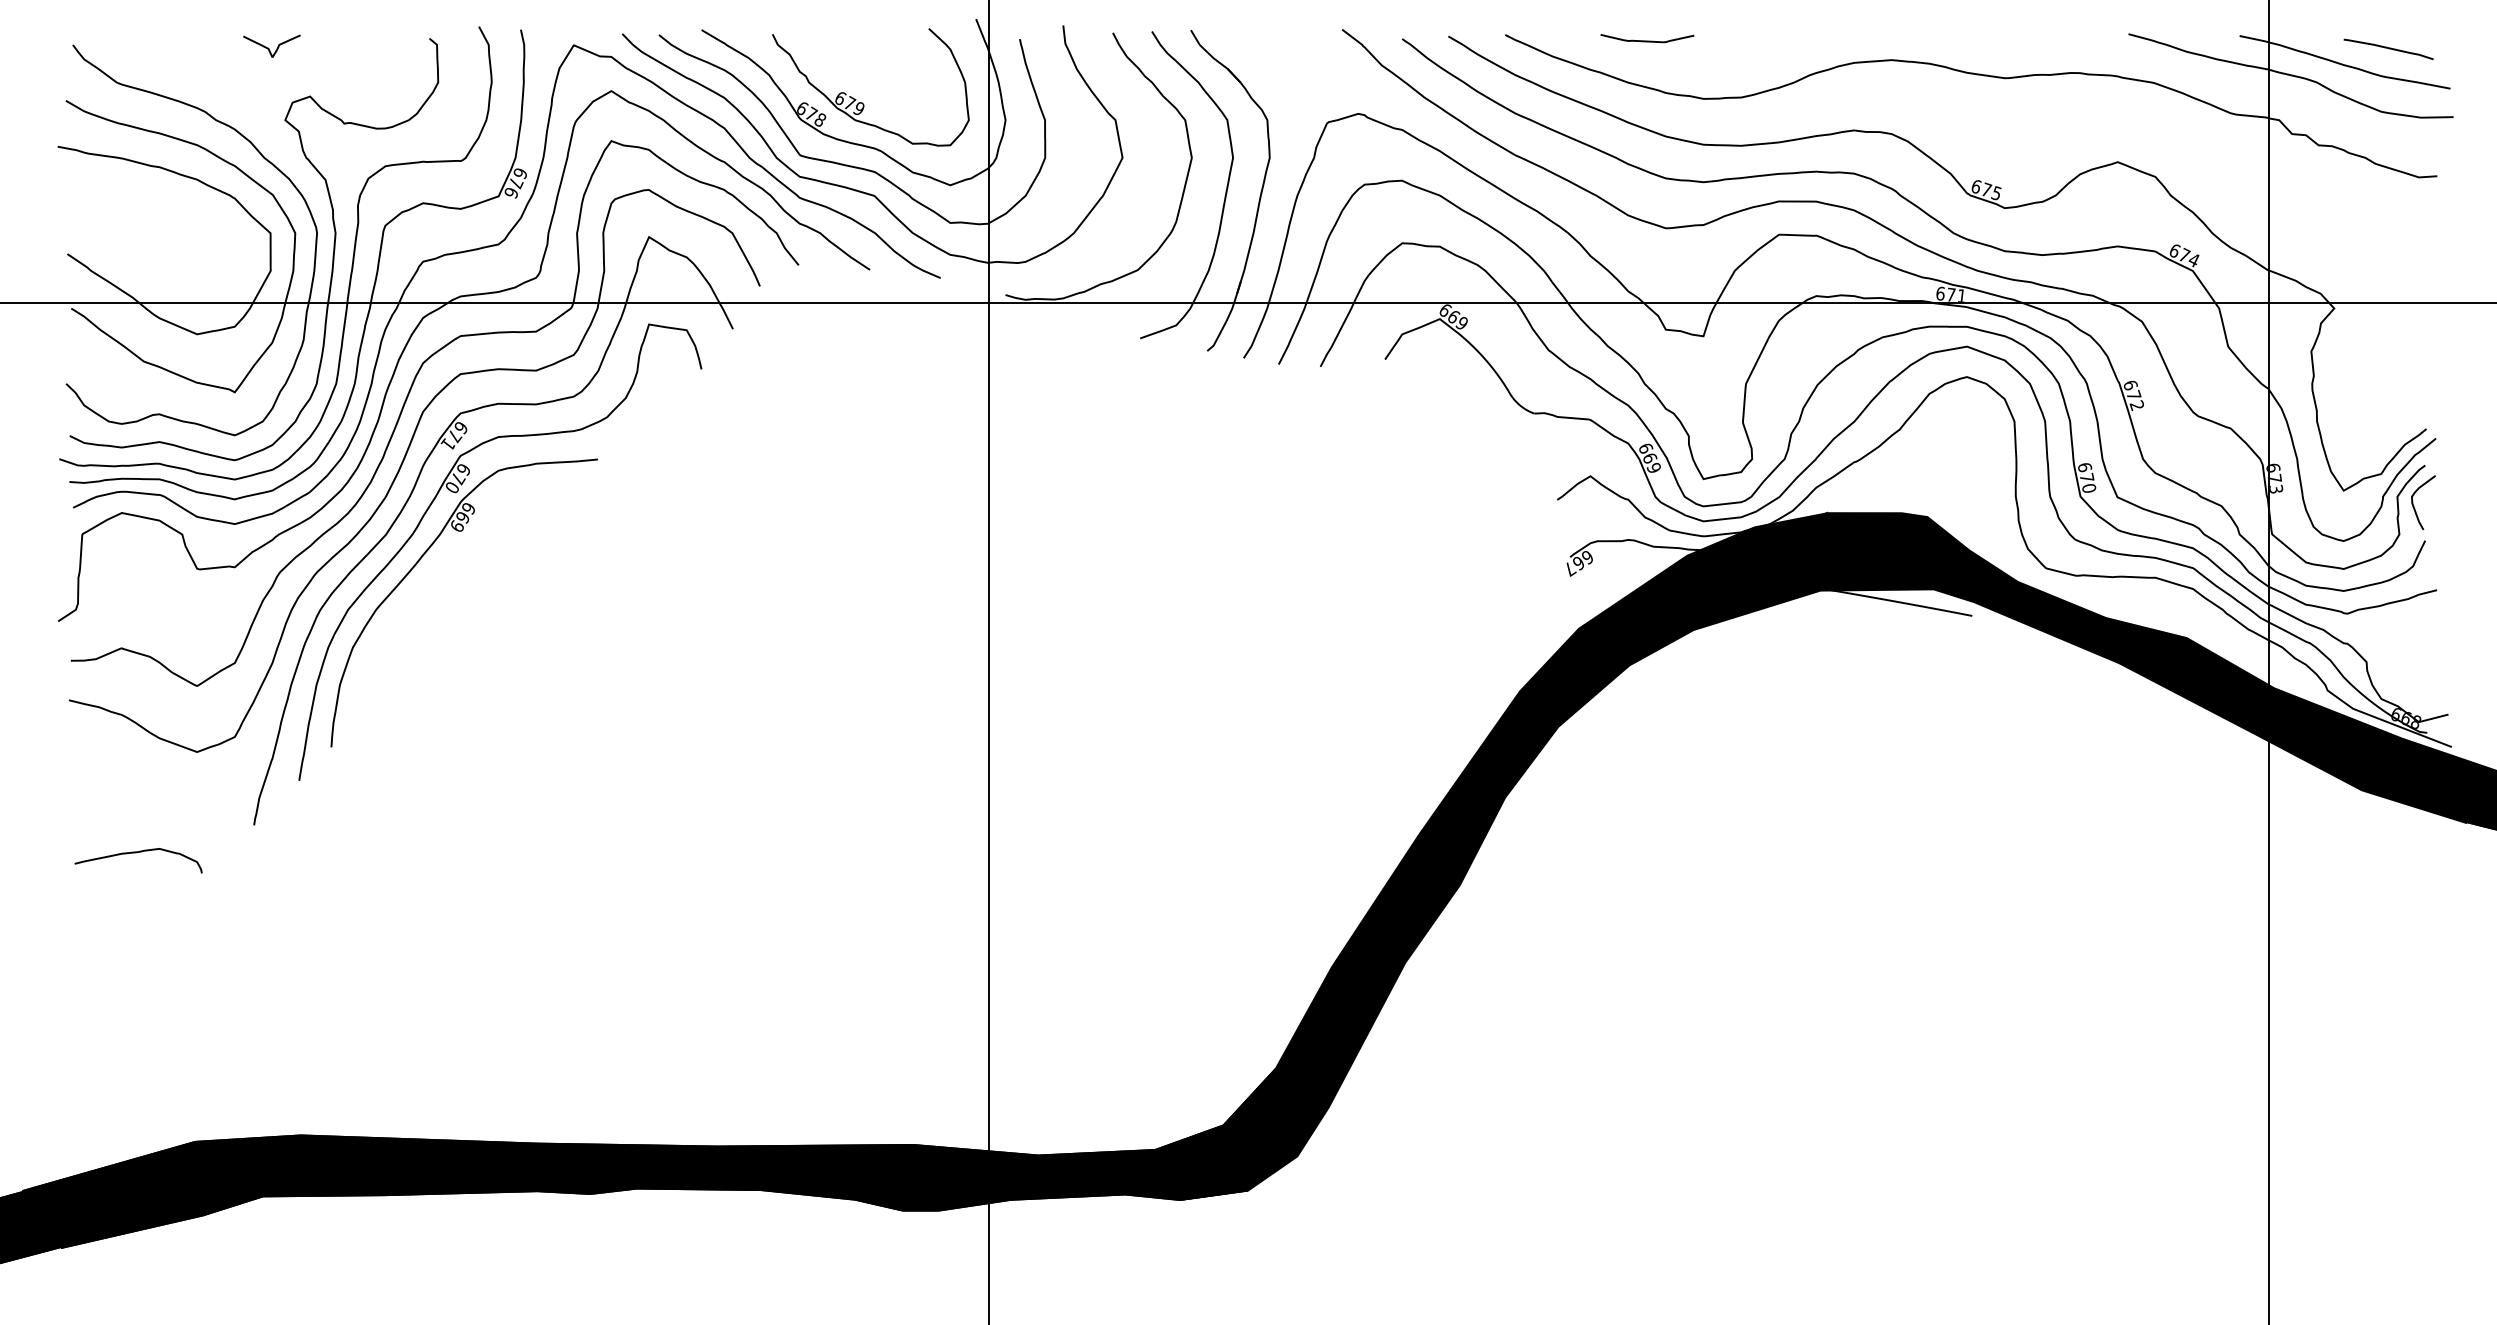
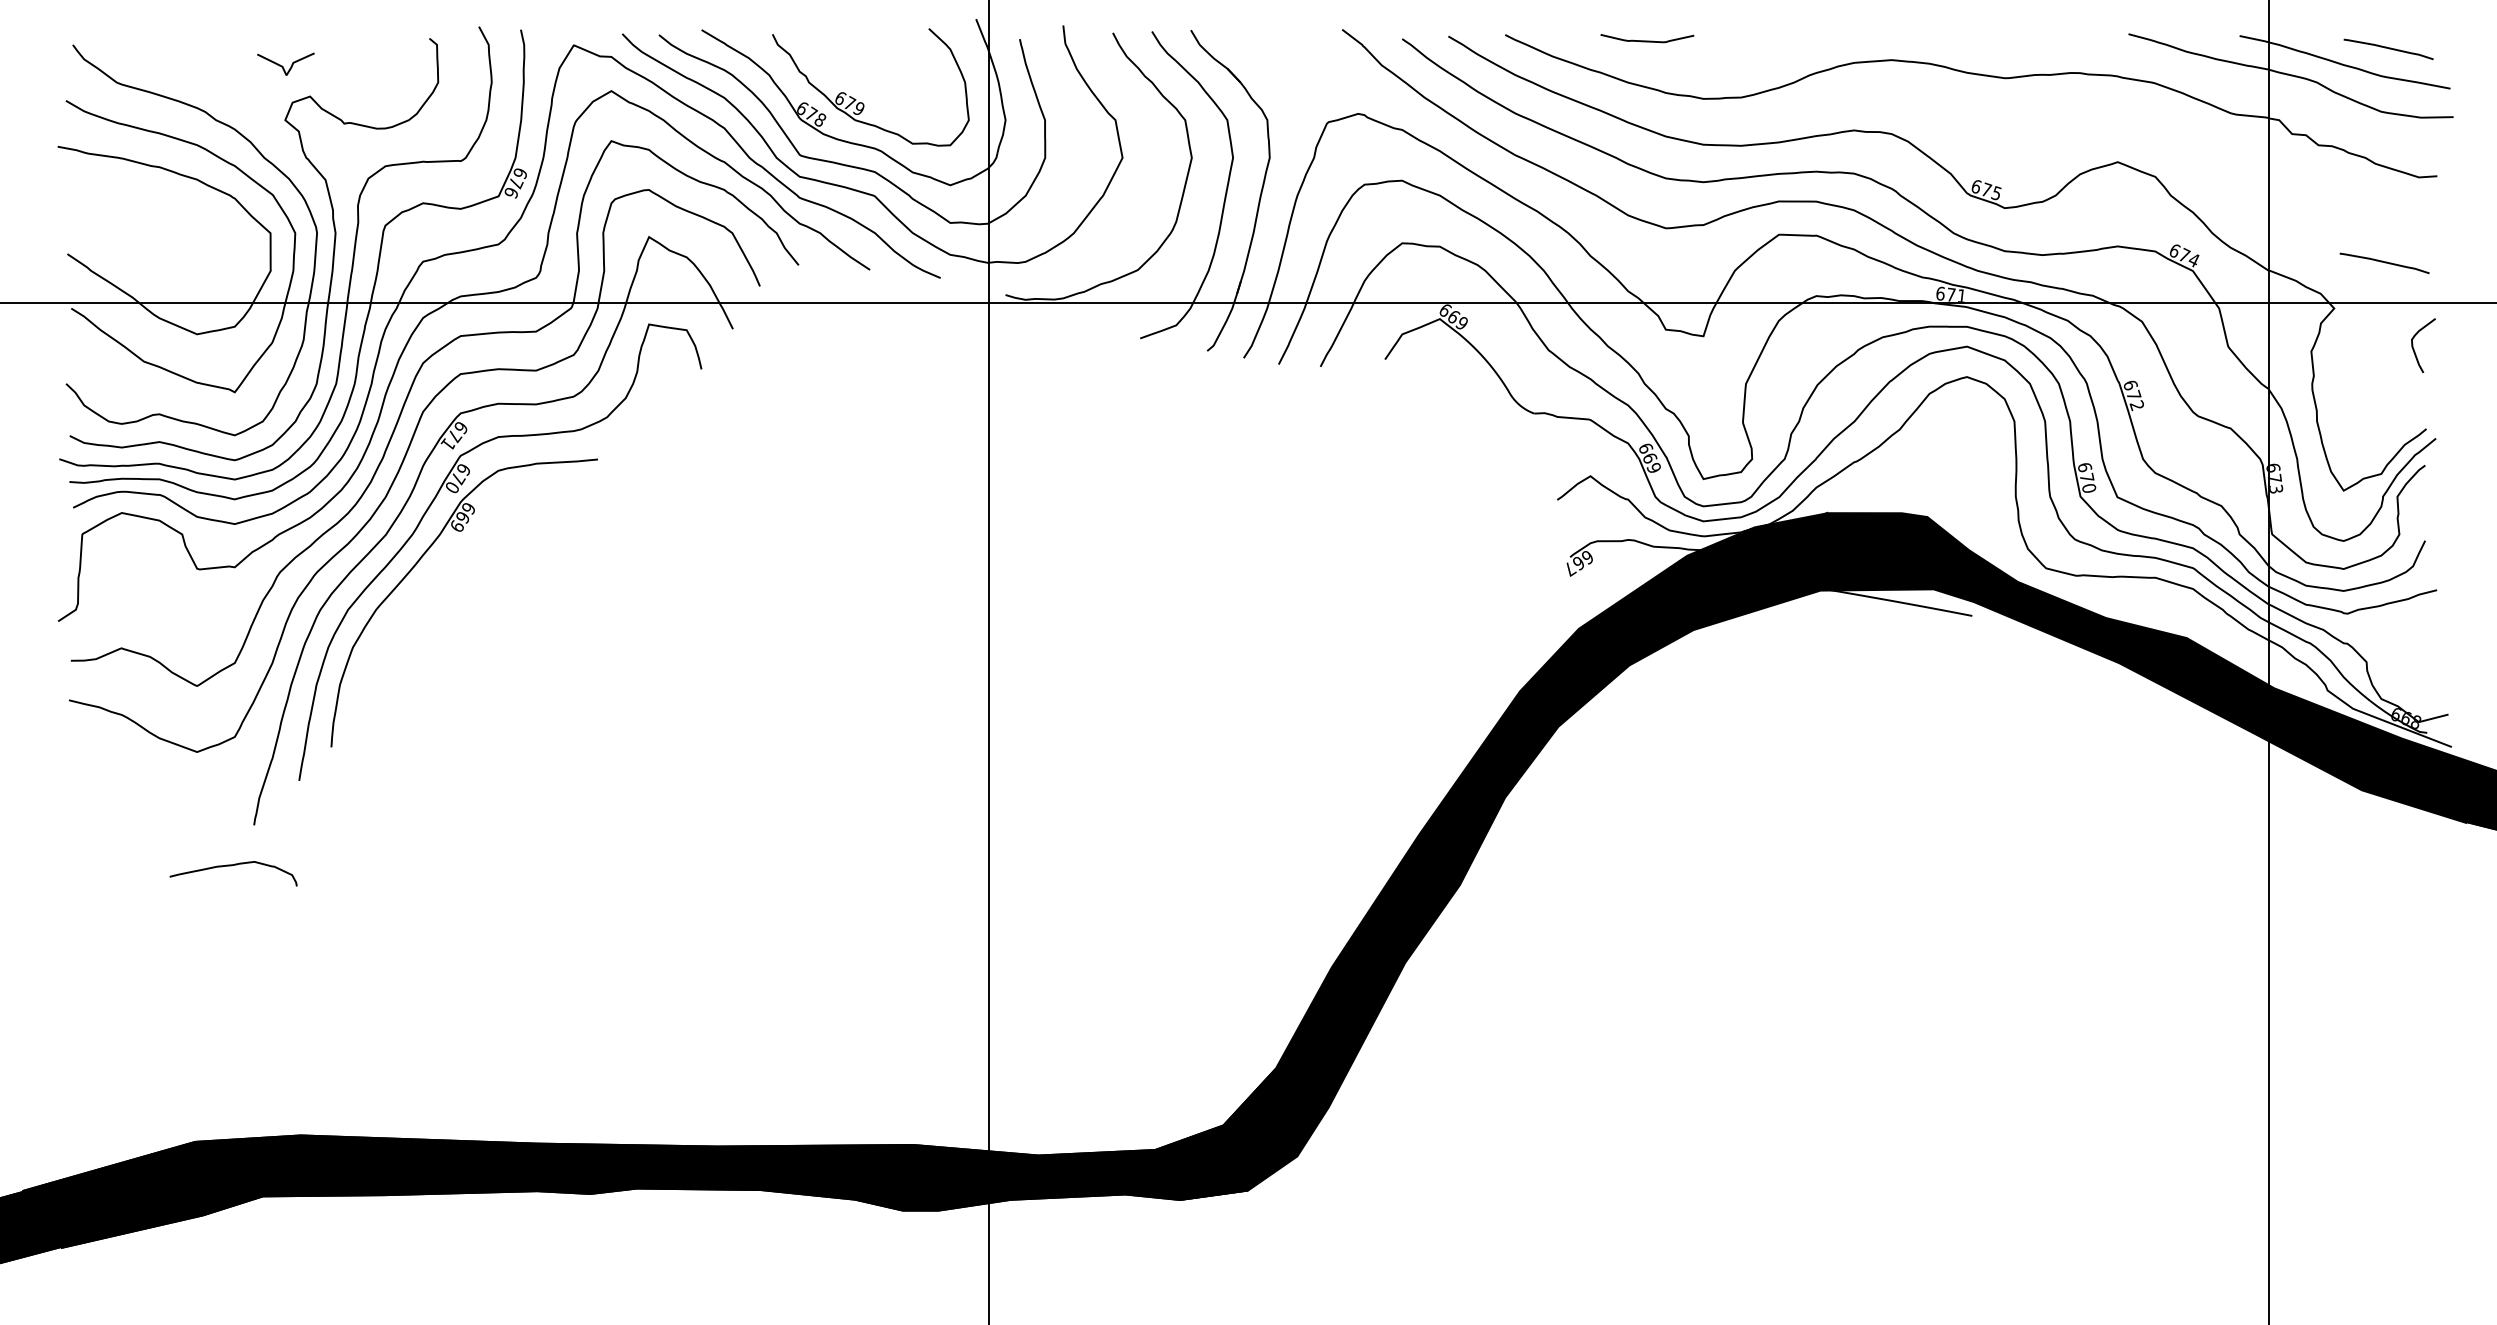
curve at (268, 47) position: (268, 47) -> (282, 65)
curve at (2384, 262): none -> present
curve at (2414, 506) position: (2414, 506) -> (2414, 349)
curve at (137, 853) position: (137, 853) -> (232, 866)
